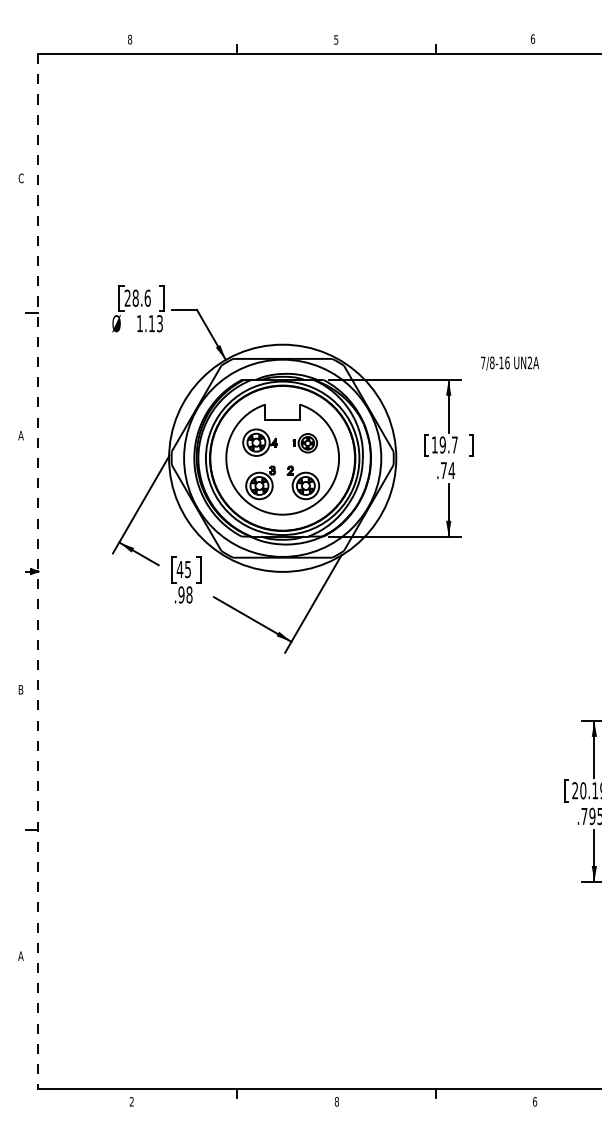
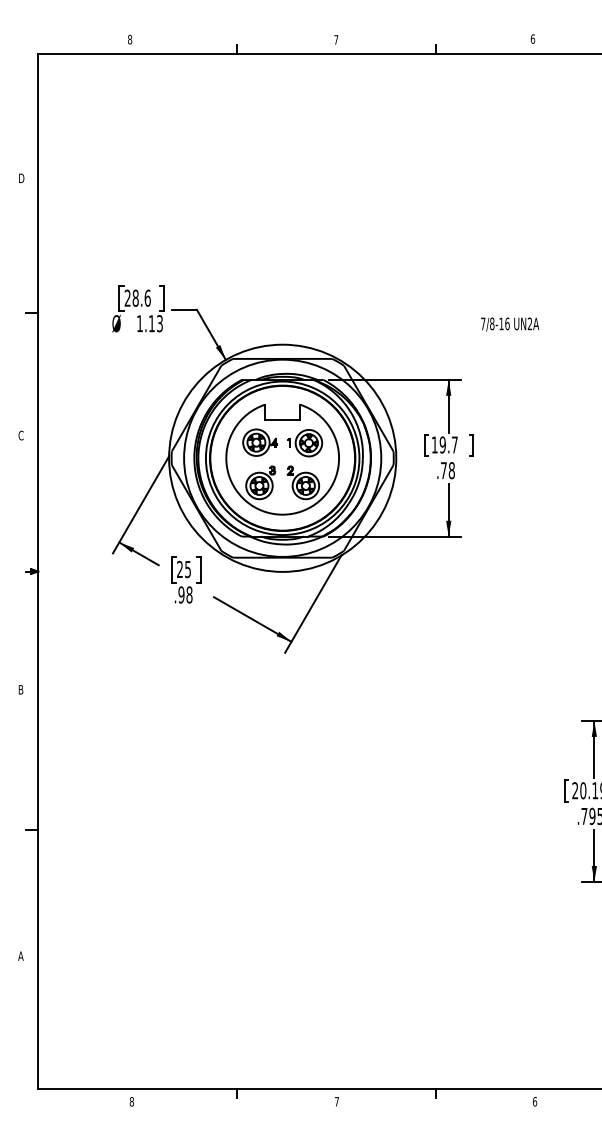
text at (336, 39): 5 -> 7
text at (21, 178): C -> D
text at (510, 363) position: (510, 363) -> (510, 324)
text at (20, 435): A -> C
part at (305, 443) size: 27x21 px -> 37x29 px
text at (451, 470): .74 -> .78
text at (179, 568): 45 -> 25
line at (38, 571): dashed -> solid
text at (131, 1101): 2 -> 8
text at (336, 1101): 8 -> 7
